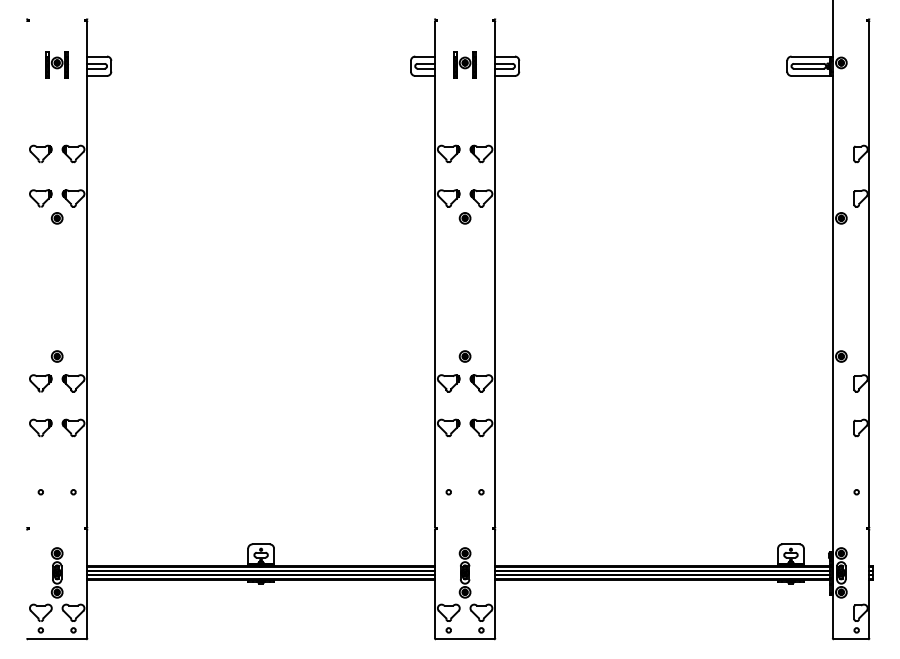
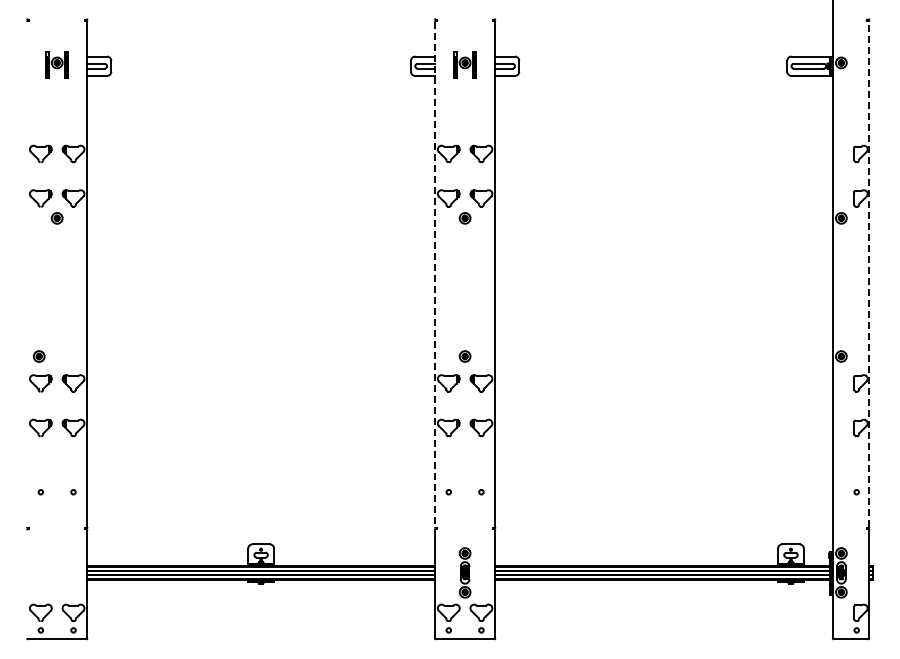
line at (434, 274): solid -> dashed
line at (869, 274): solid -> dashed
part at (56, 356) position: (56, 356) -> (38, 356)
part at (56, 572): present -> none
